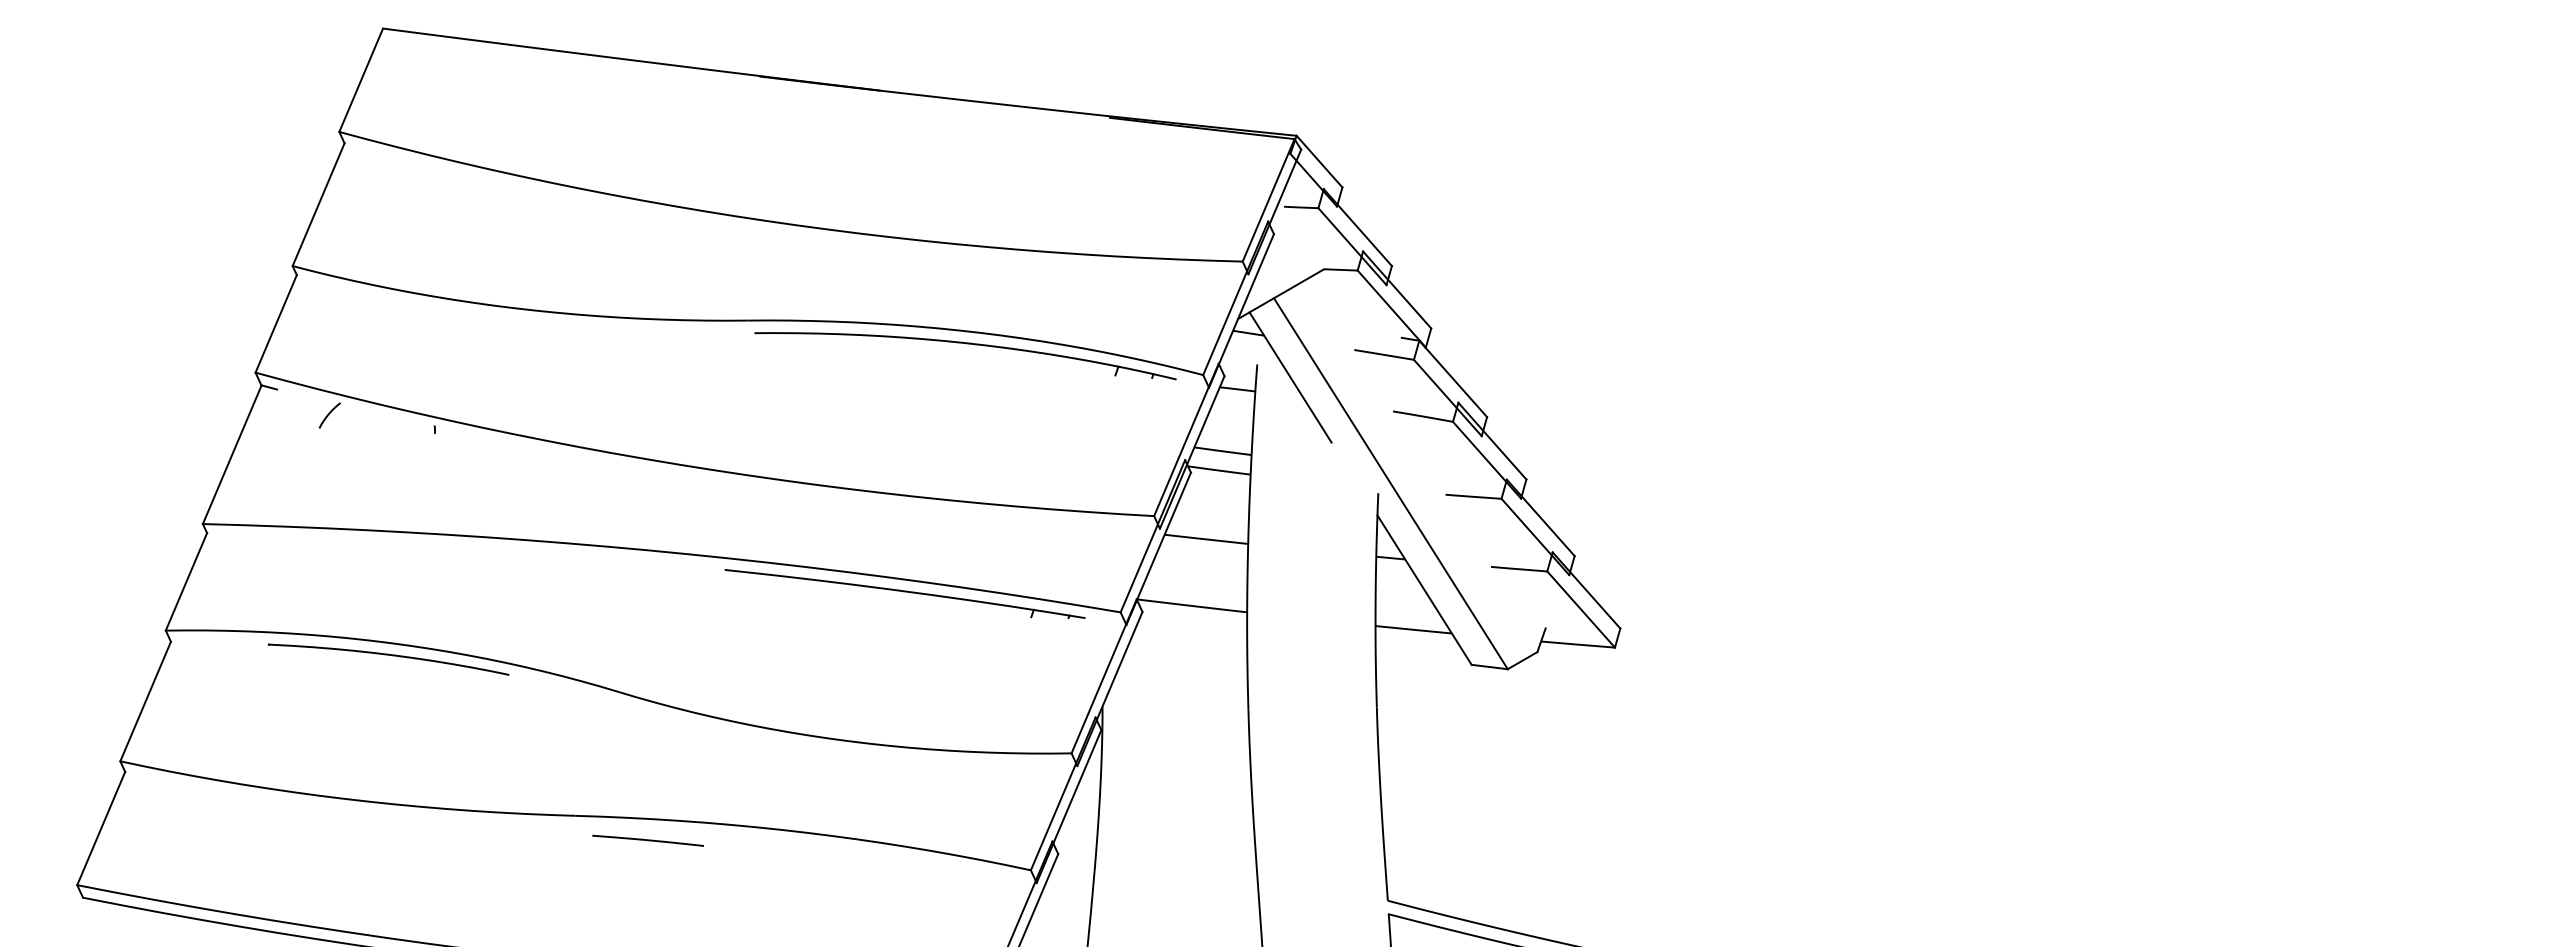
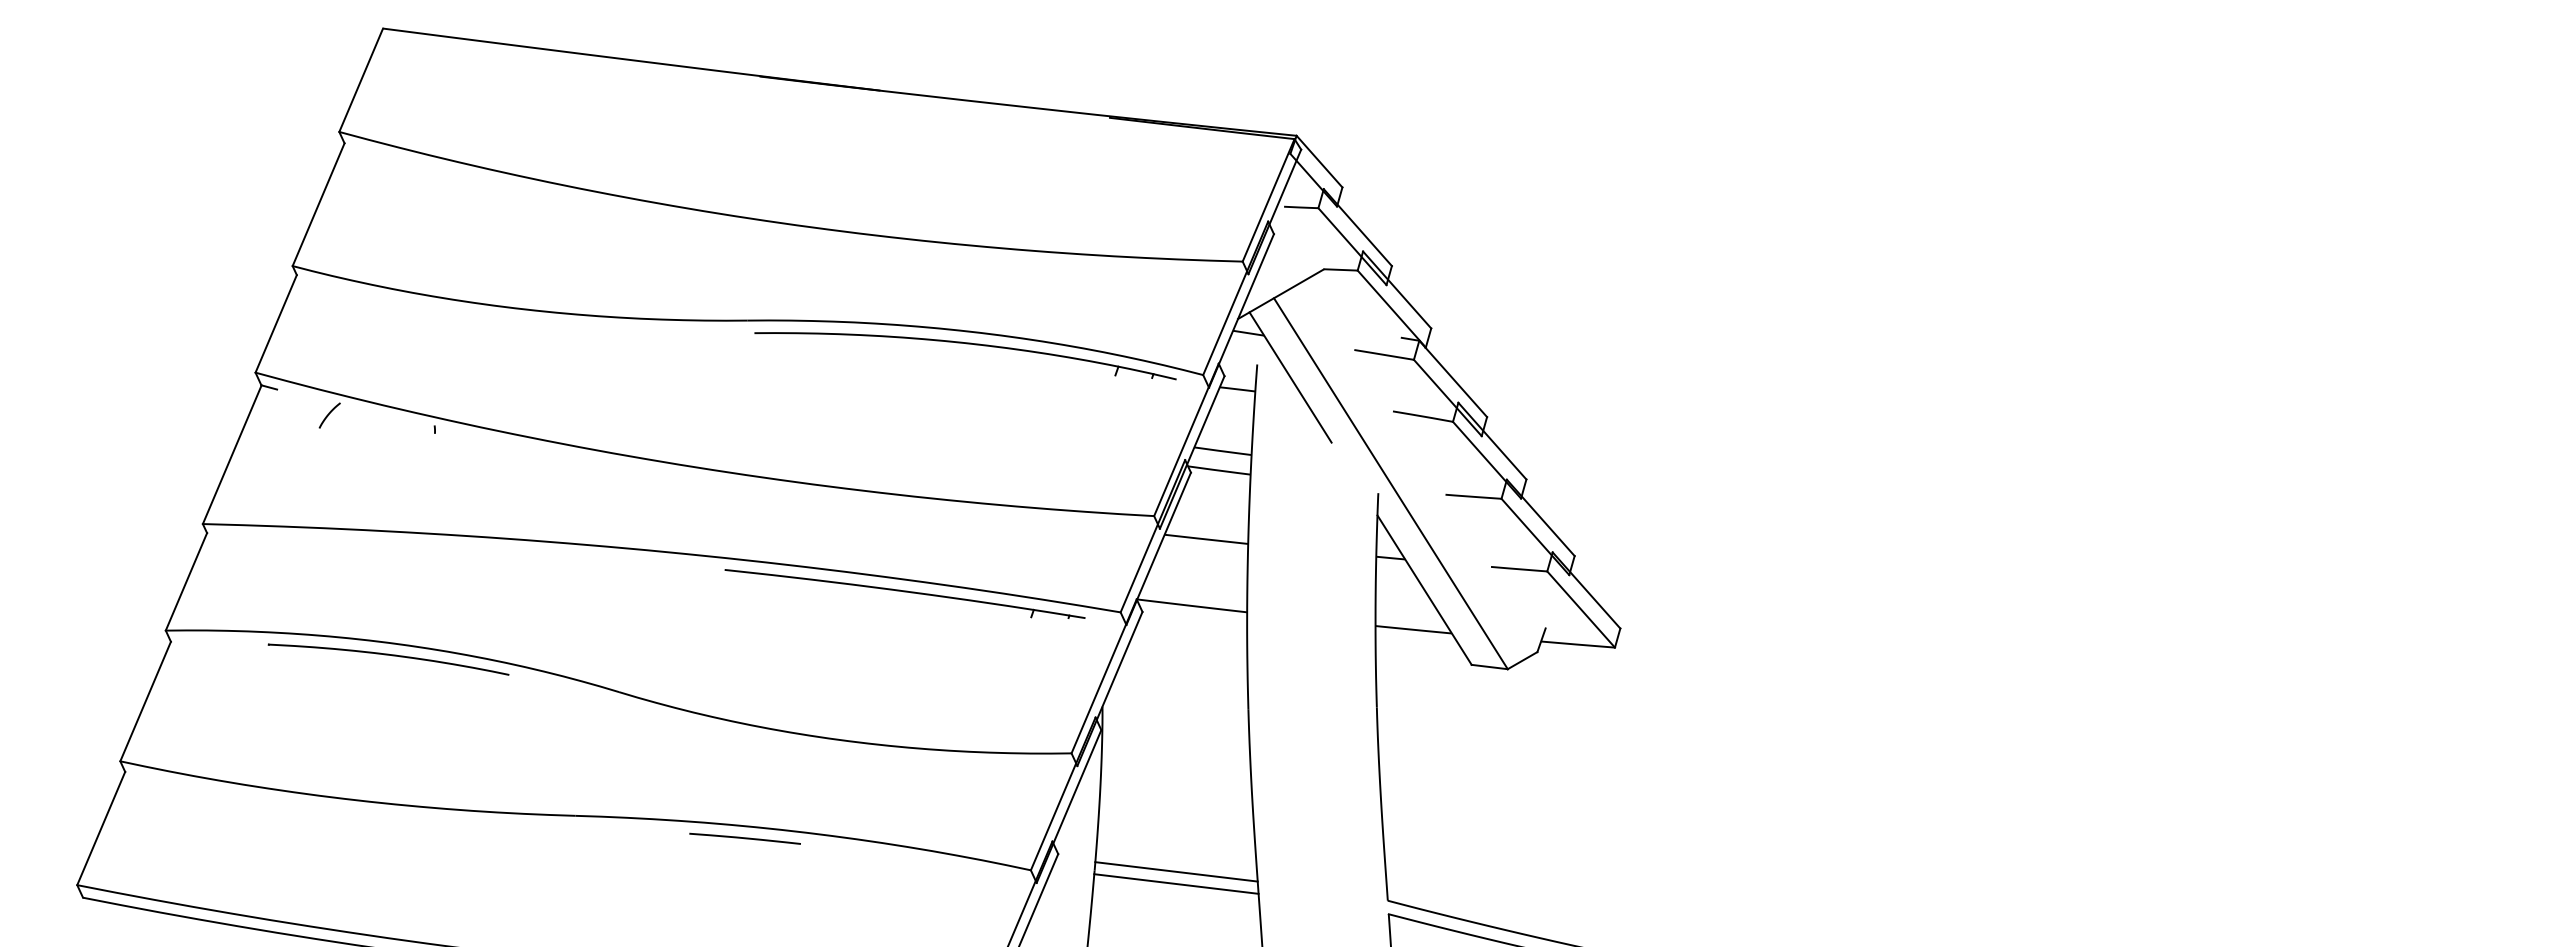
line at (647, 840) position: (647, 840) -> (744, 838)
line at (1176, 871): none -> present
line at (1176, 883): none -> present
